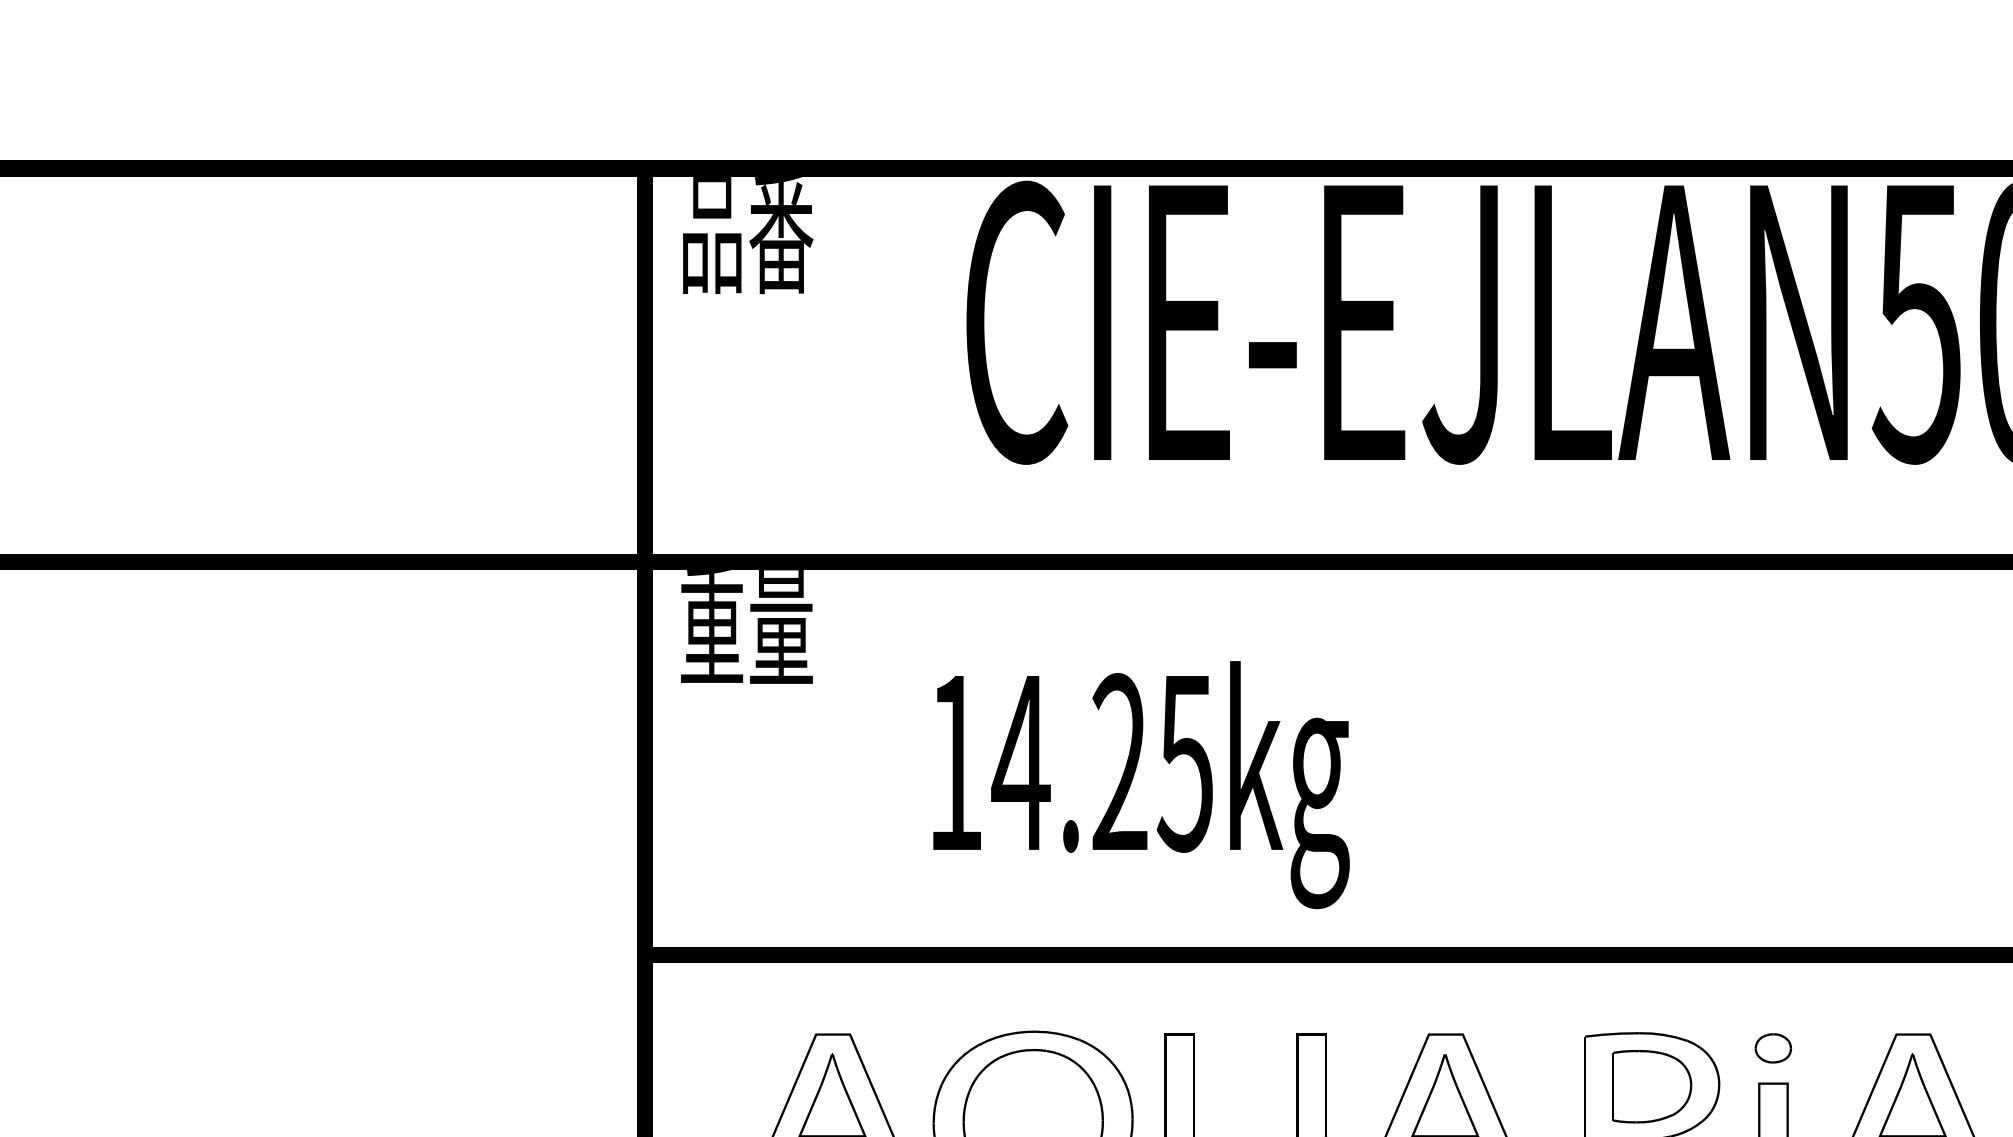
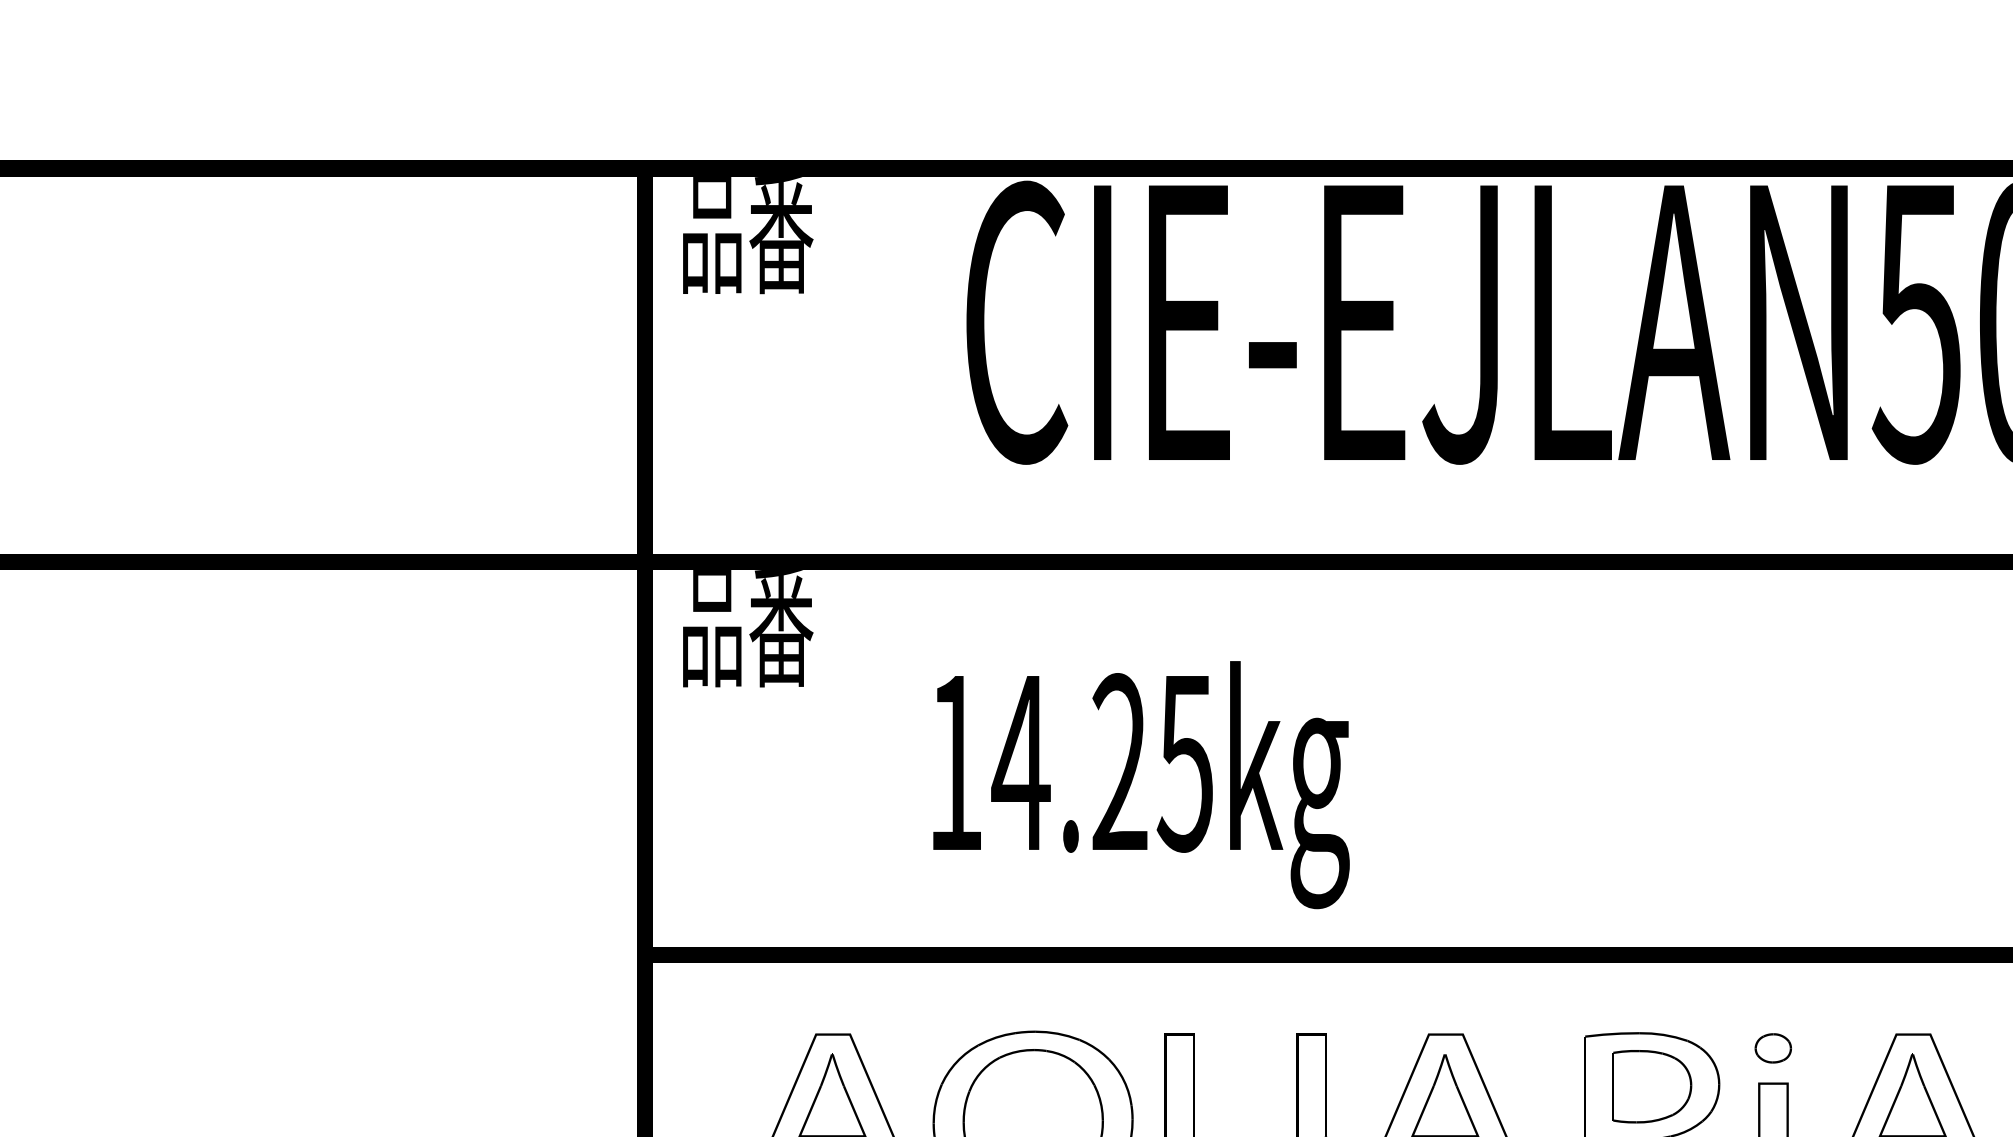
text at (747, 628): 重量 -> 品番
